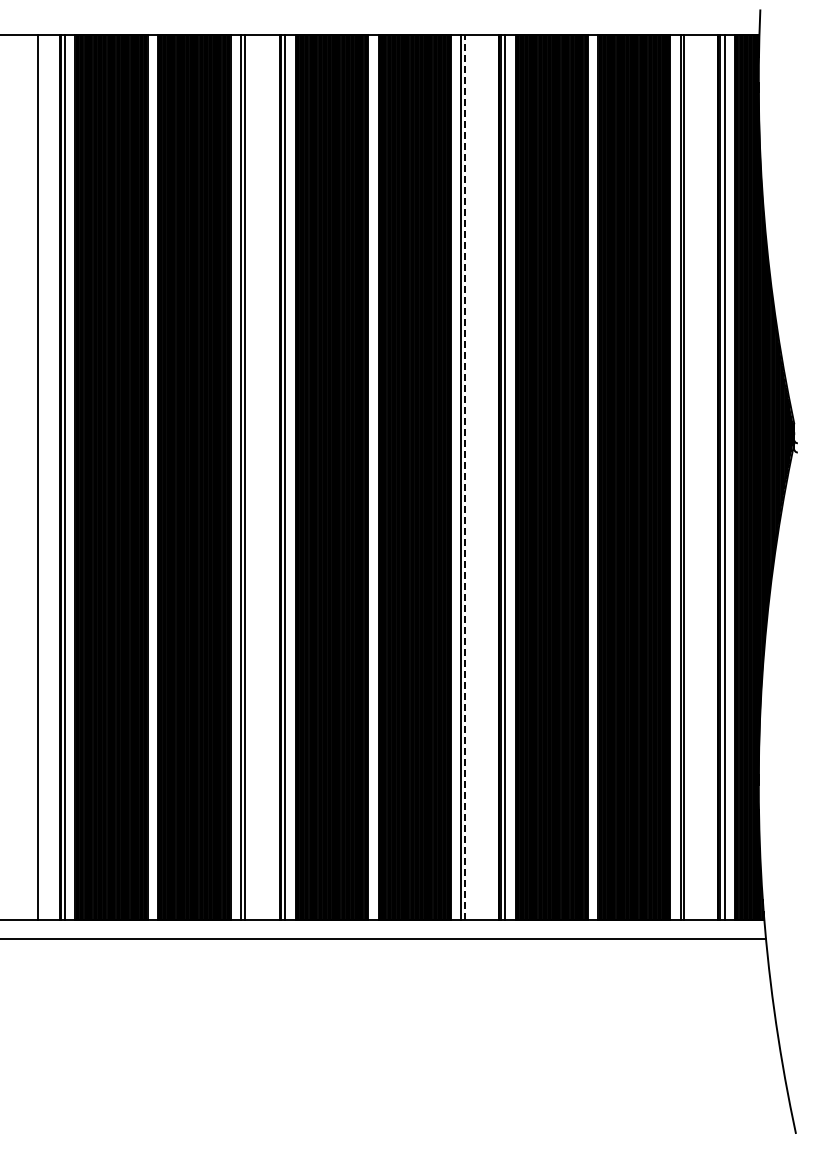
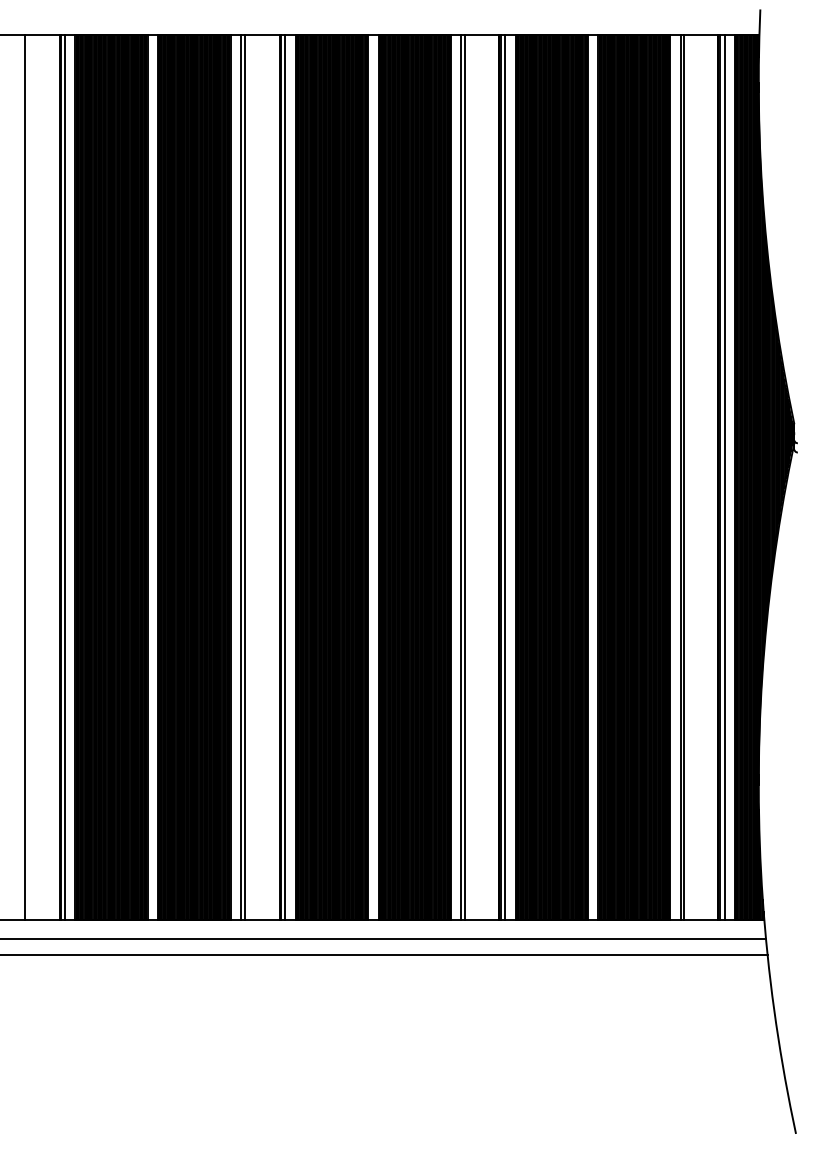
line at (465, 476): dashed -> solid
line at (37, 477) position: (37, 477) -> (24, 477)
line at (384, 955): none -> present
